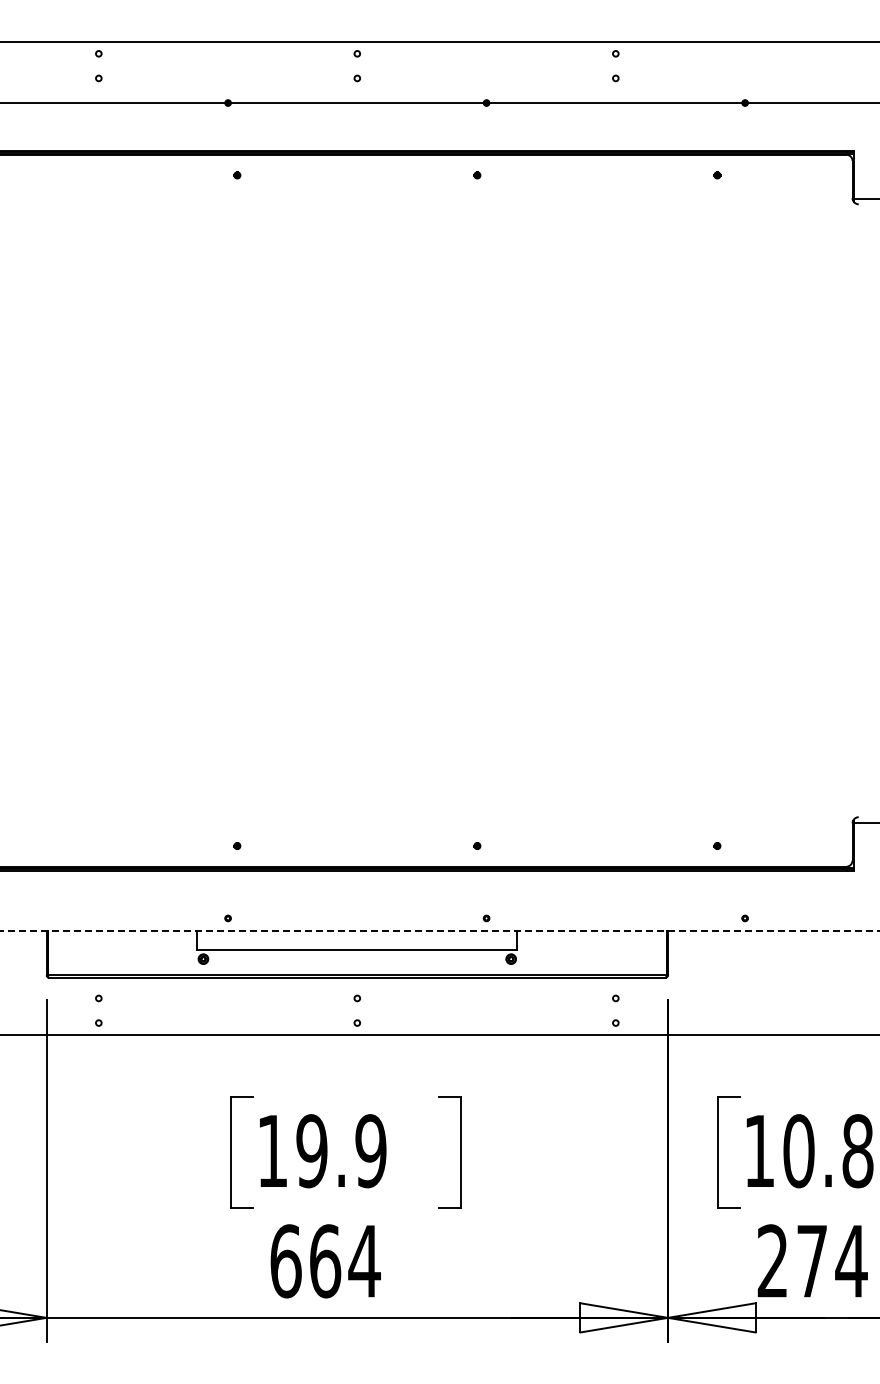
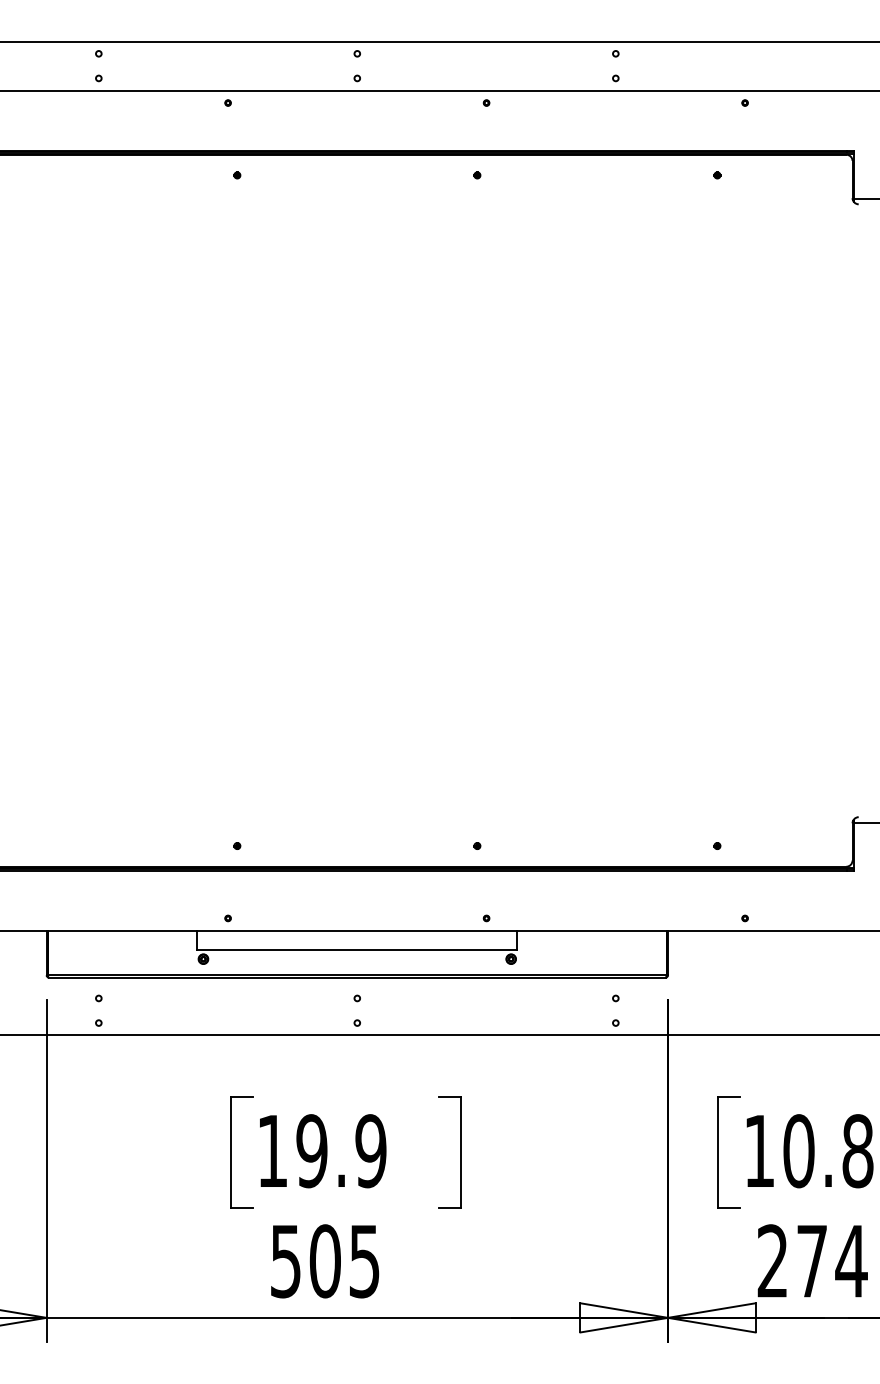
line at (439, 102) position: (439, 102) -> (439, 90)
line at (440, 930): dashed -> solid
text at (325, 1261): 664 -> 505
